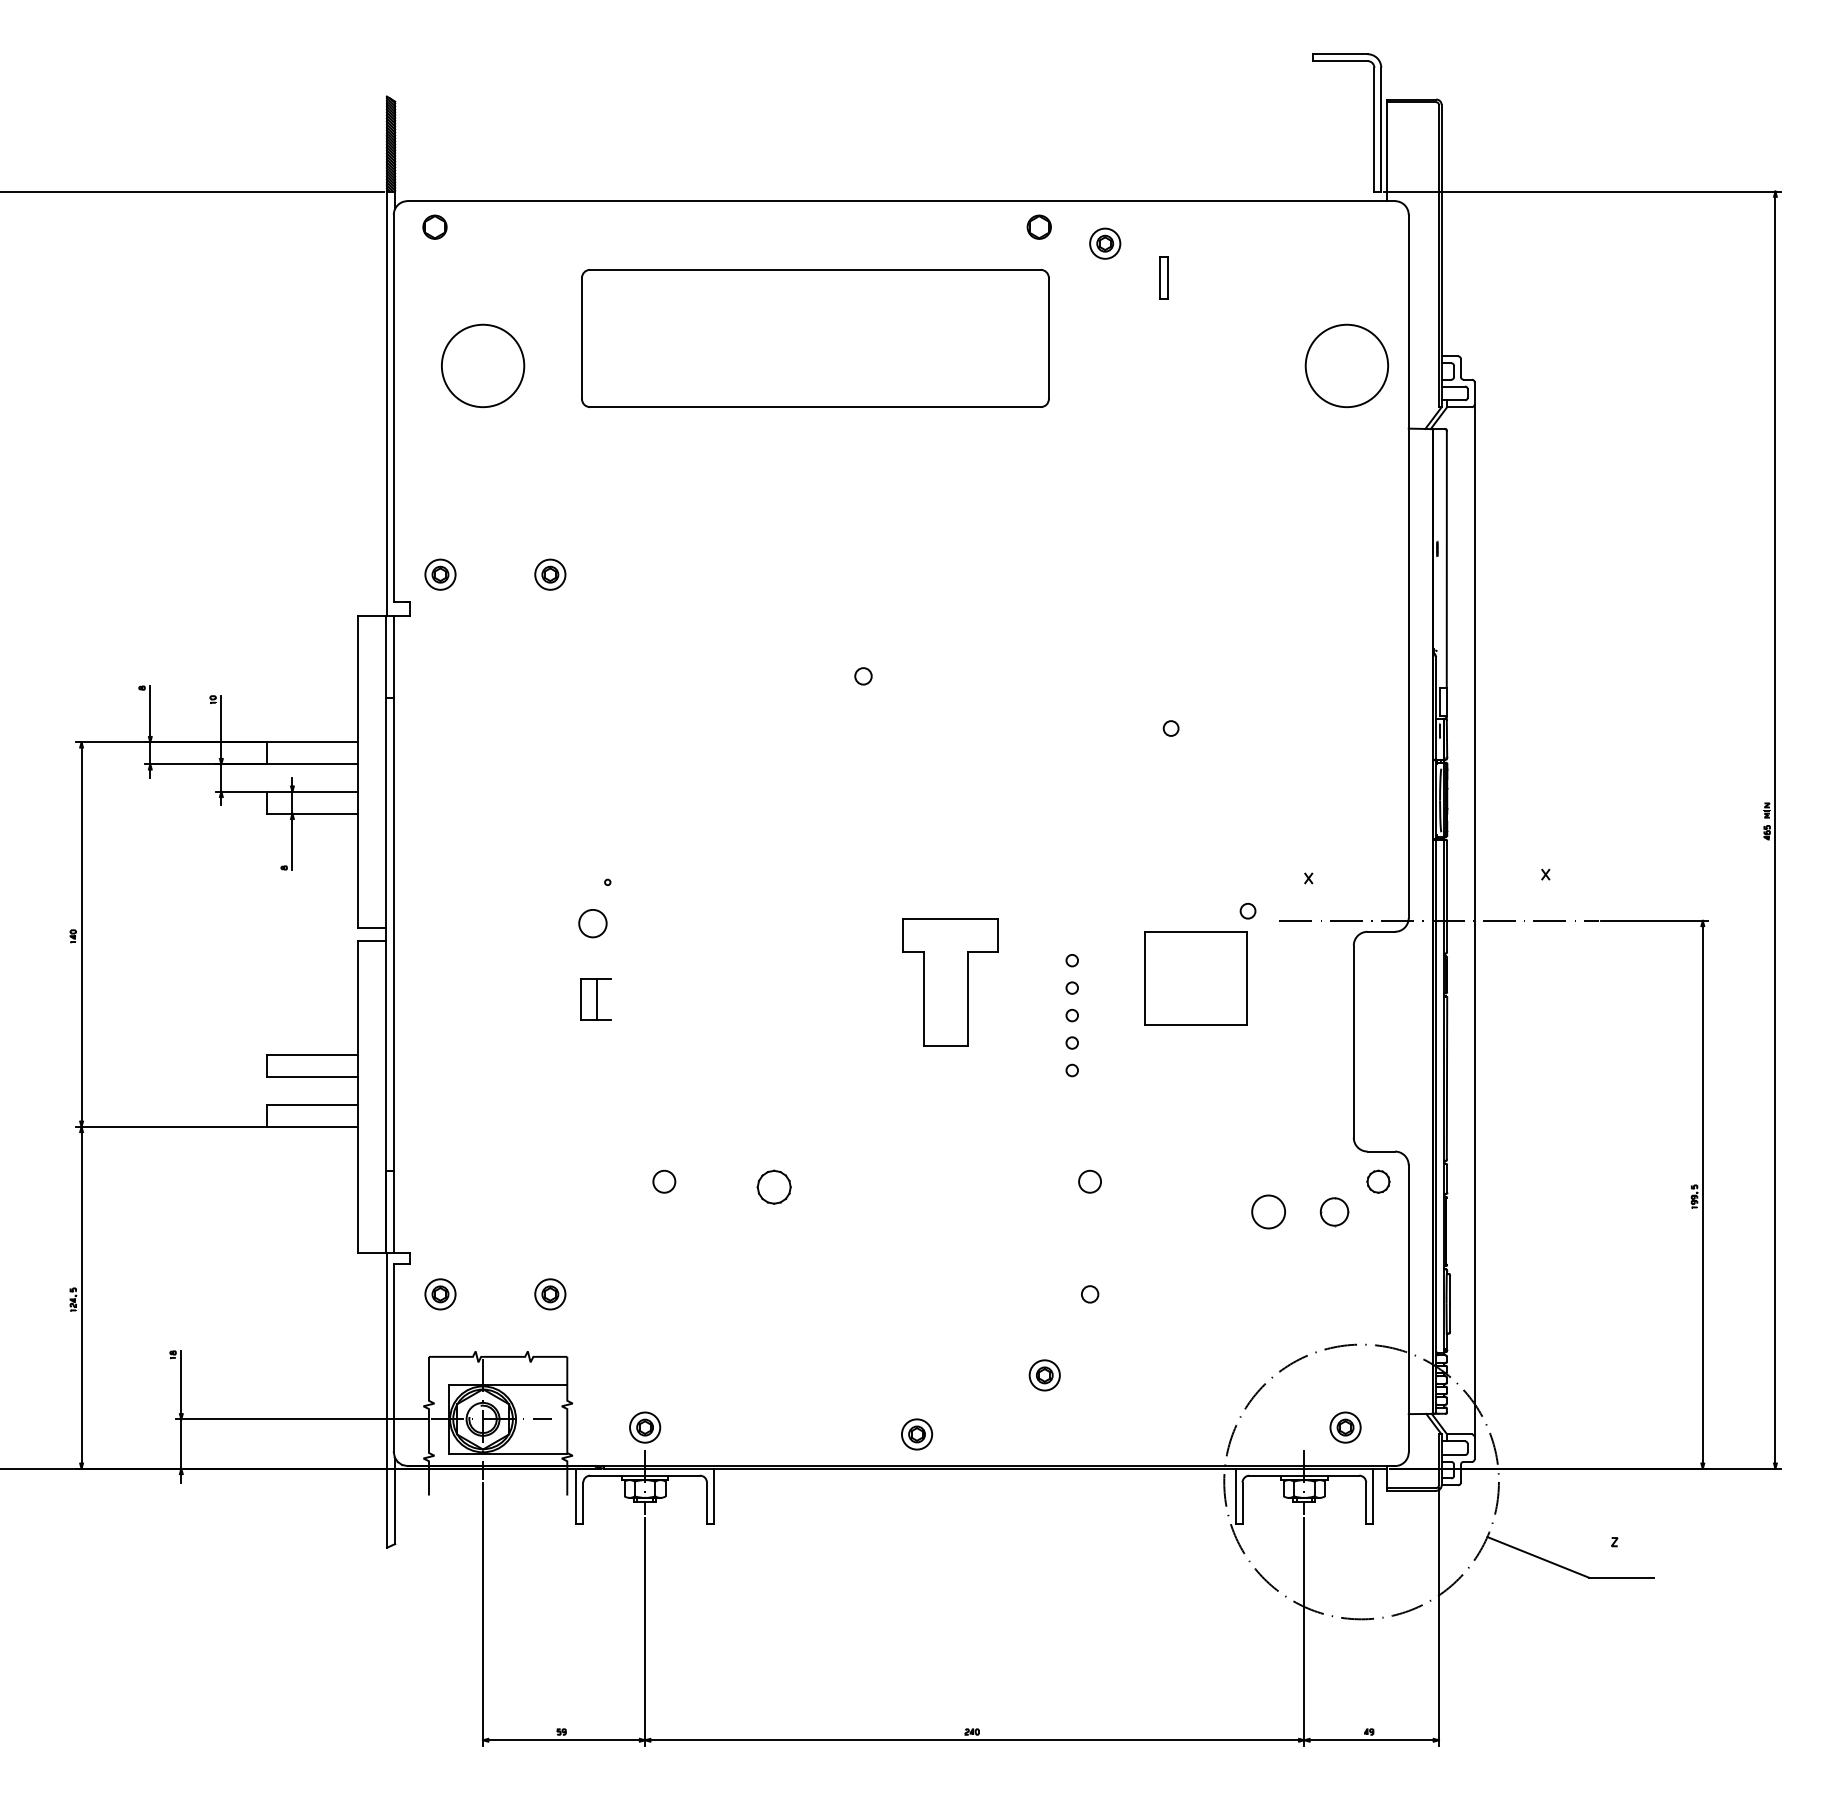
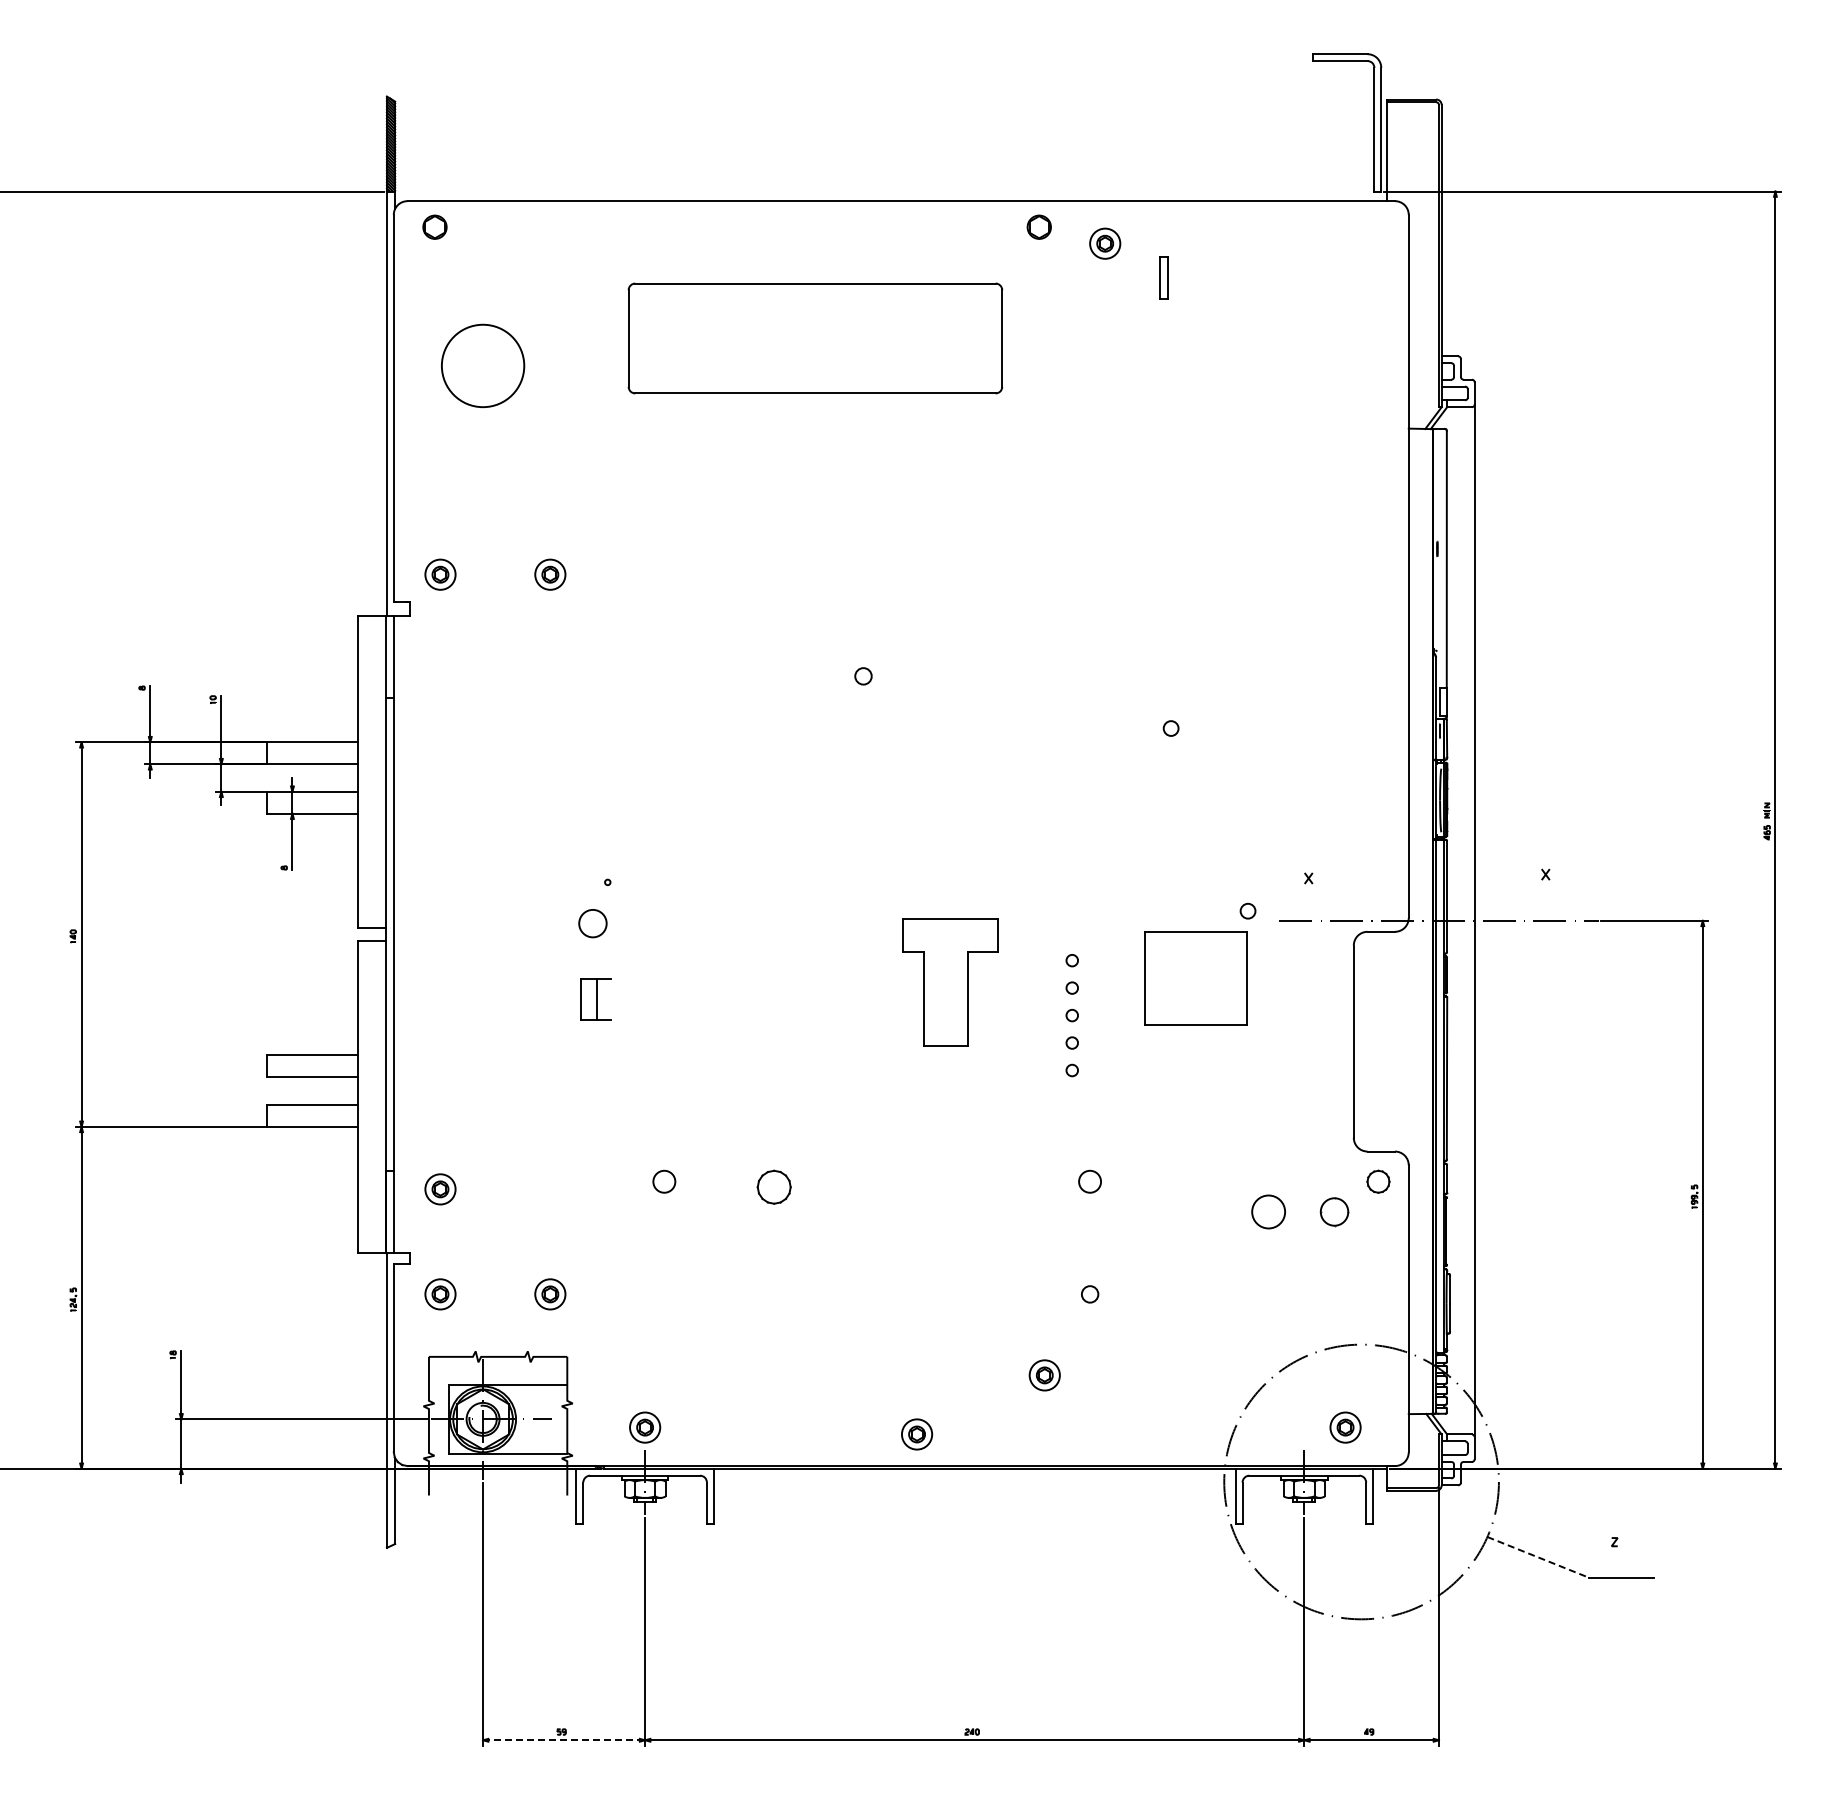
part at (815, 338) size: 469x139 px -> 377x113 px
circle at (1346, 365): present -> none
part at (440, 1189): none -> present
line at (1538, 1557): solid -> dashed
line at (564, 1740): solid -> dashed
